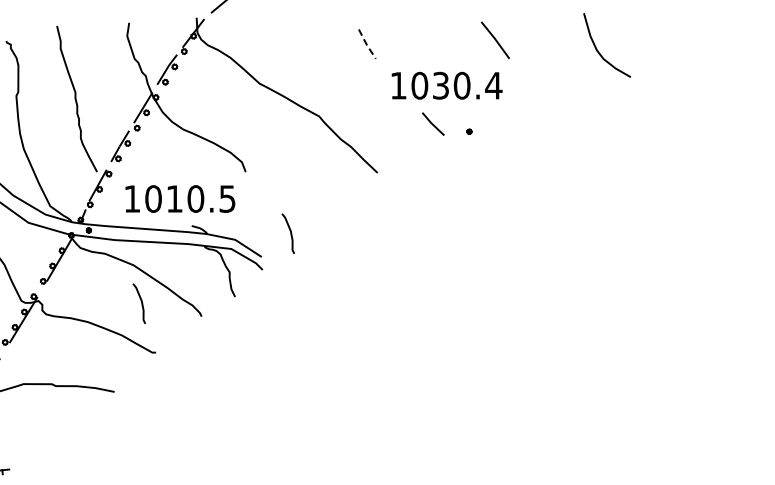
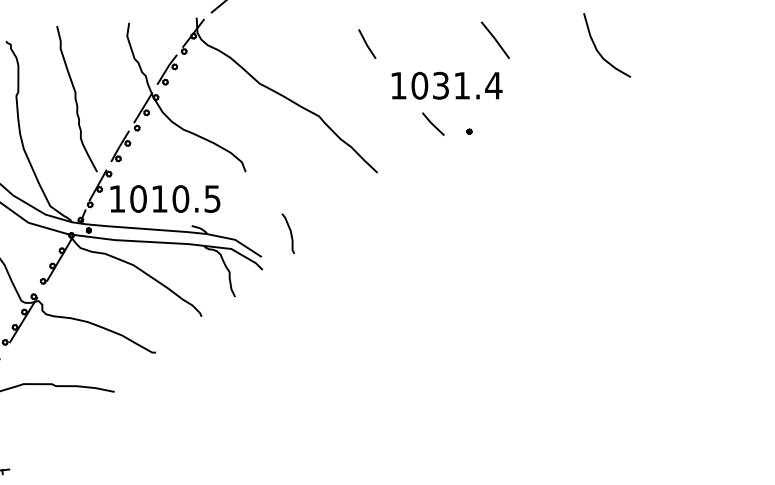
line at (366, 44): dashed -> solid
text at (461, 85): 1030.4 -> 1031.4
text at (180, 198) position: (180, 198) -> (165, 198)
curve at (141, 303): present -> none
